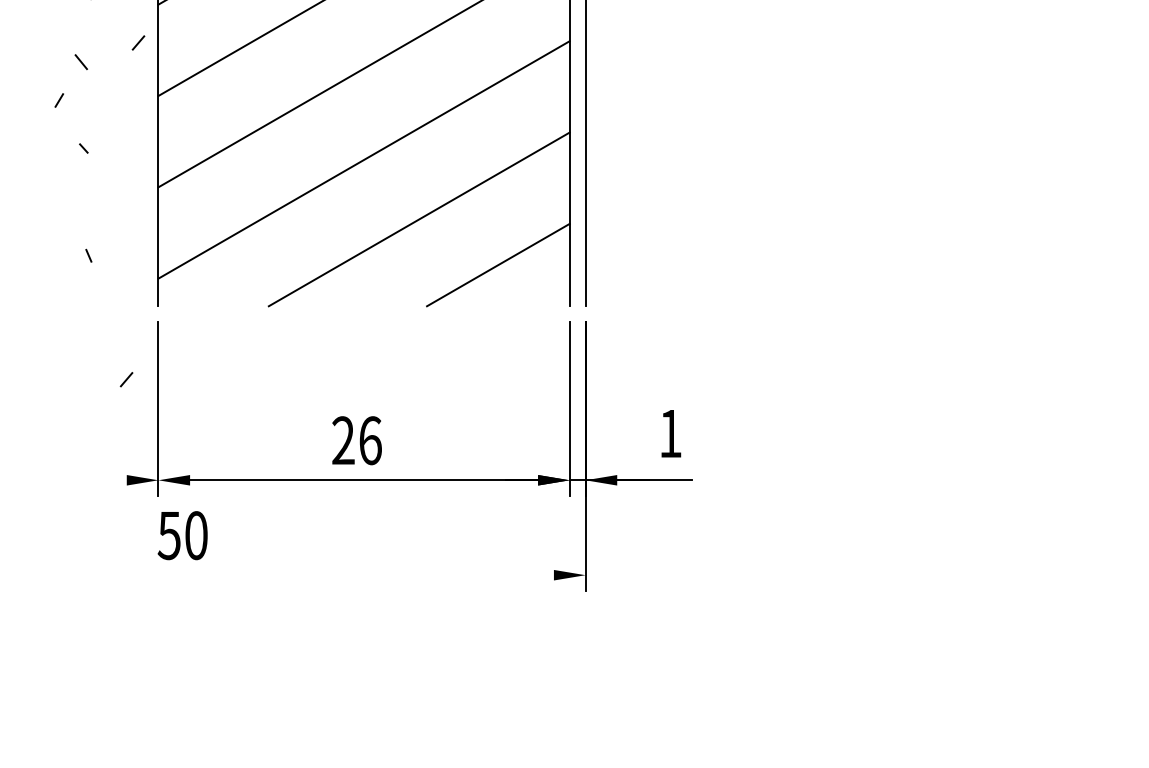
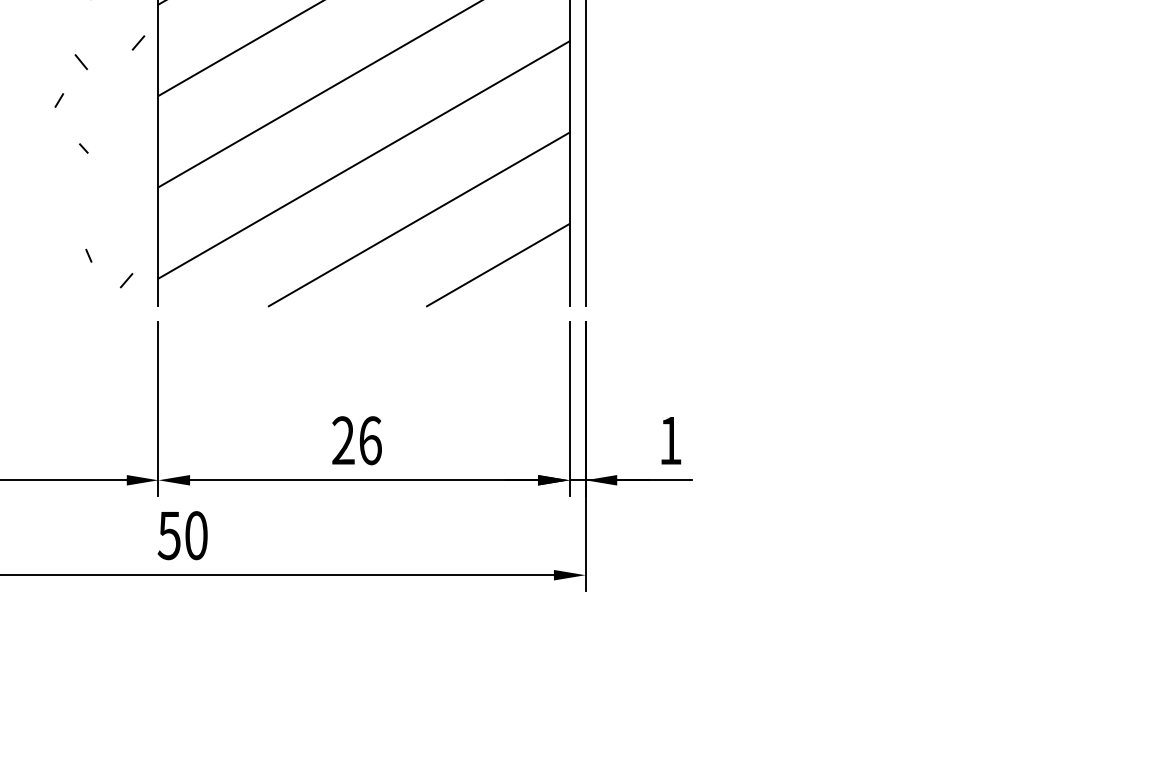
line at (126, 379) position: (126, 379) -> (126, 280)
text at (671, 433) position: (671, 433) -> (671, 440)
line at (64, 480): none -> present
line at (277, 575): none -> present
